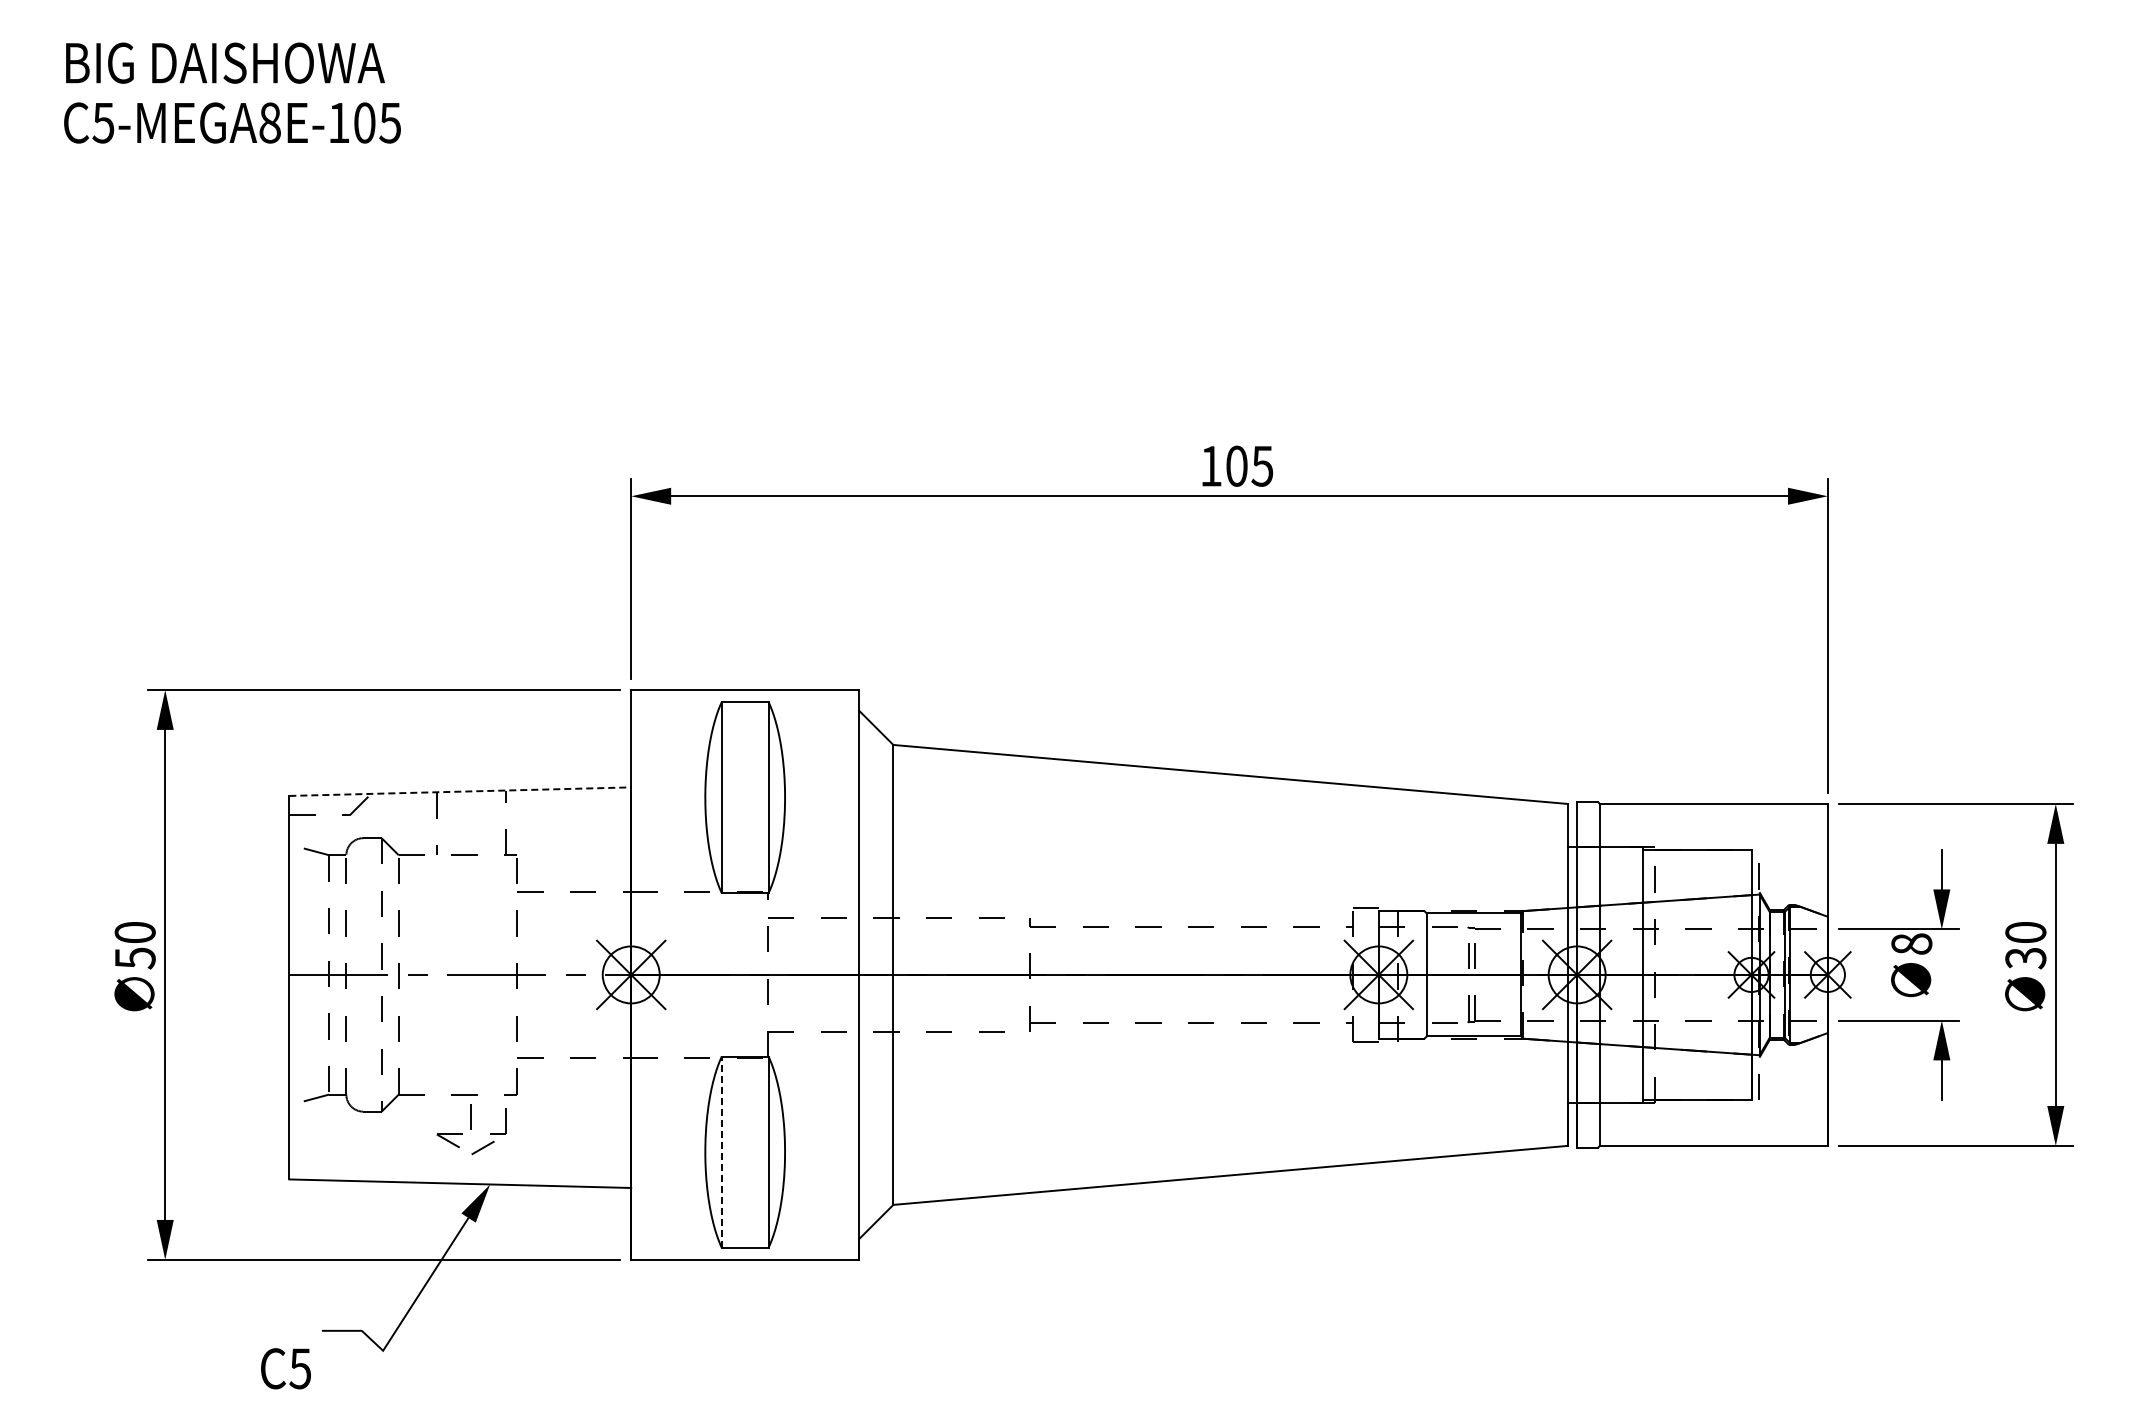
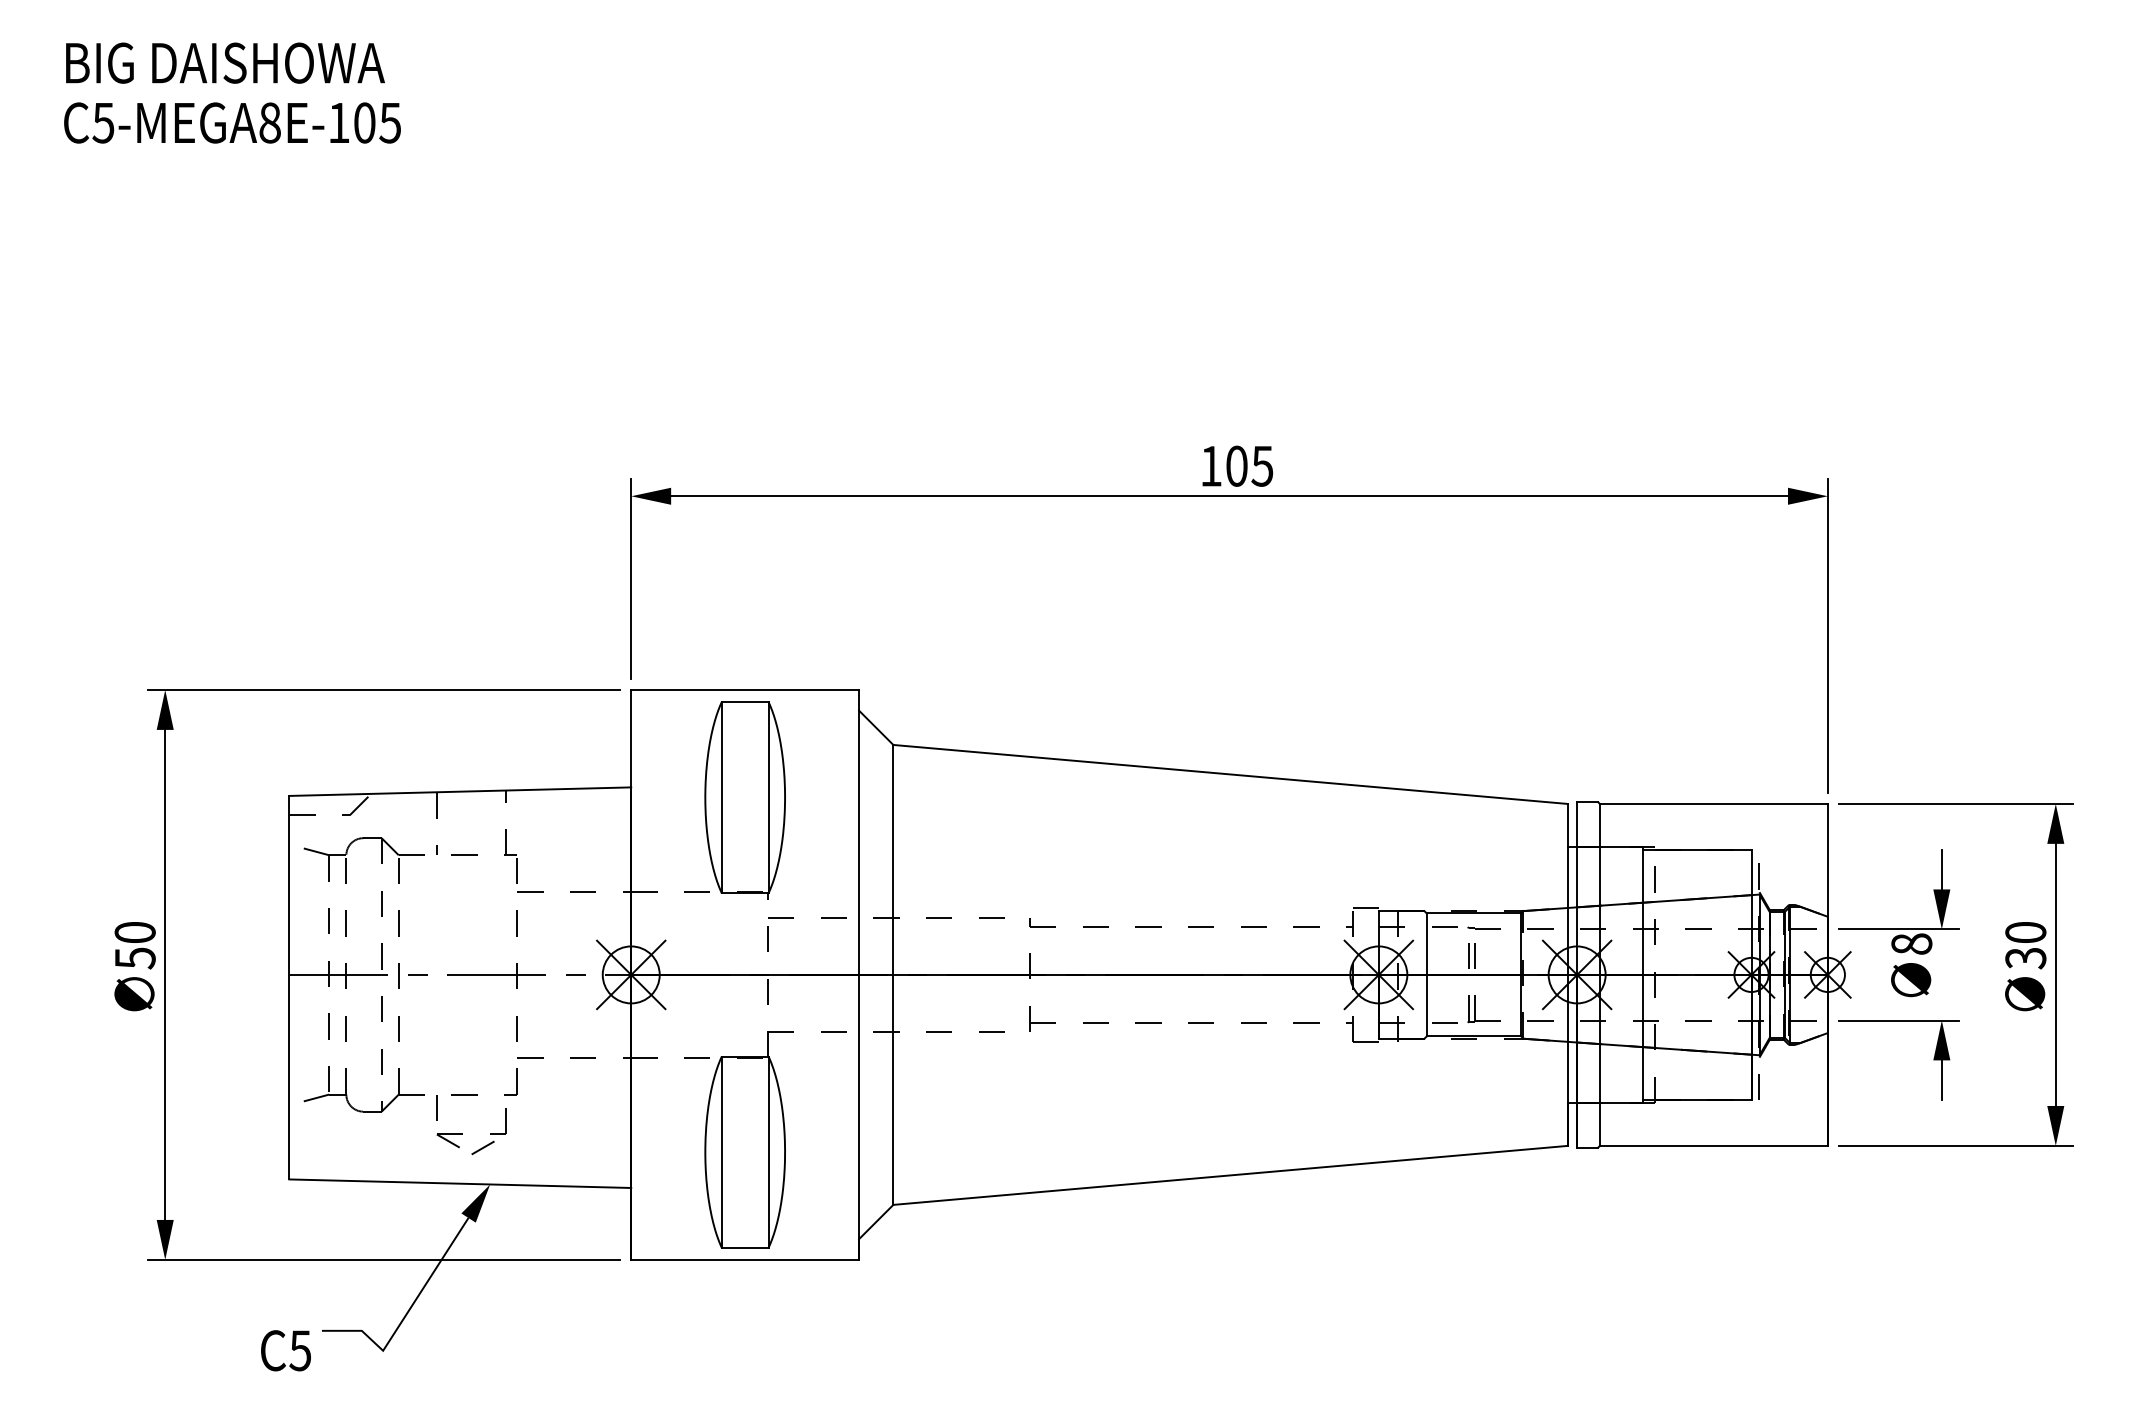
line at (460, 791): dashed -> solid
line at (470, 1116) position: (470, 1116) -> (436, 1107)
line at (721, 1152): dashed -> solid
text at (285, 1368) position: (285, 1368) -> (285, 1350)
